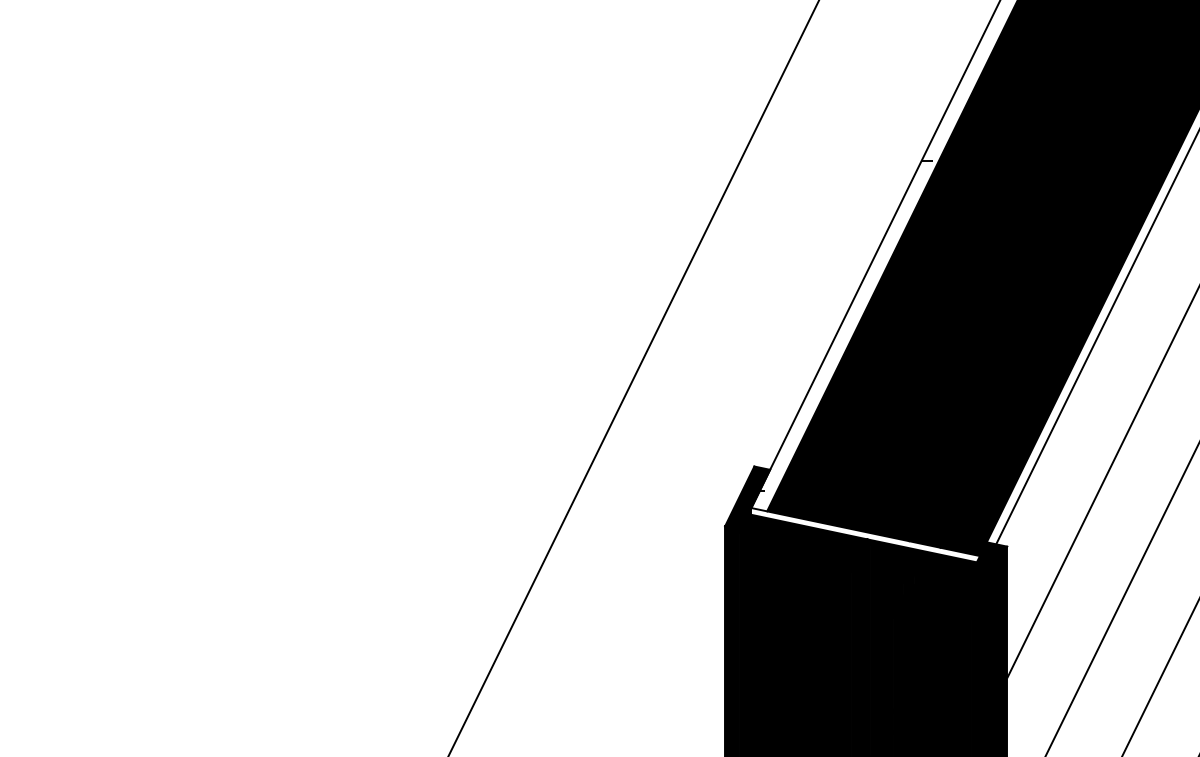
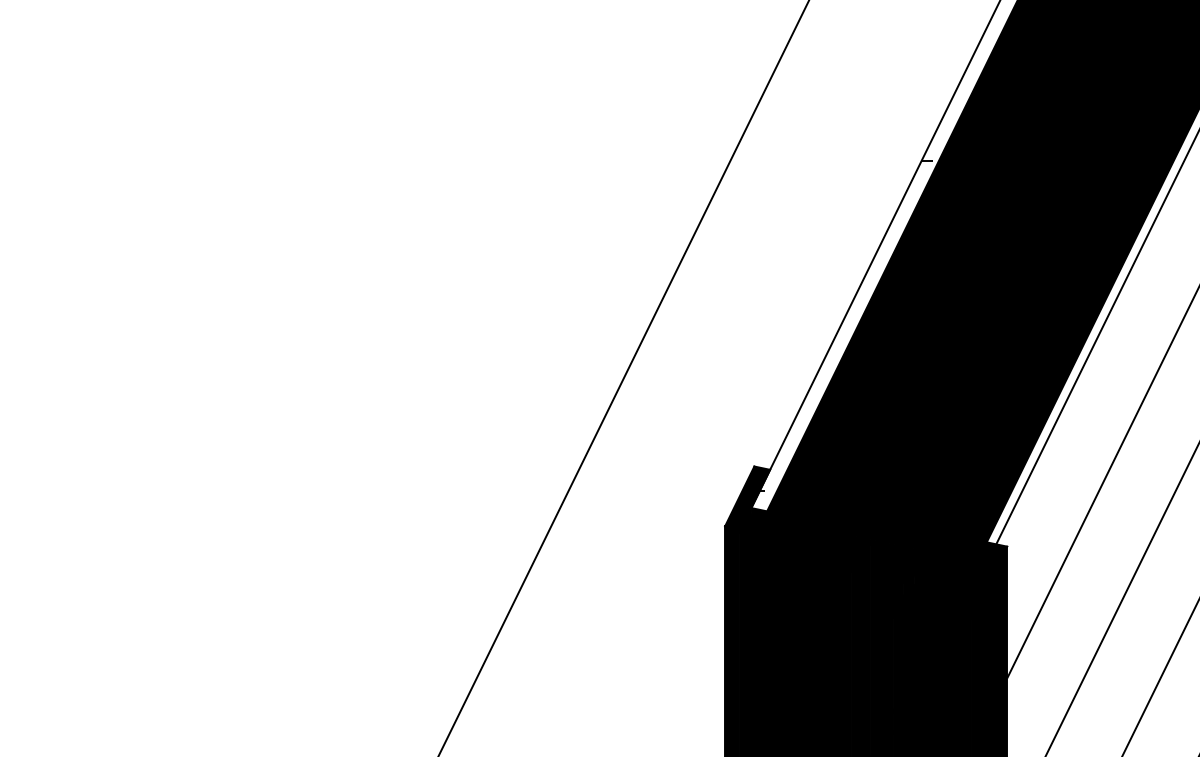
line at (633, 377) position: (633, 377) -> (623, 377)
fill at (865, 535): none -> present
